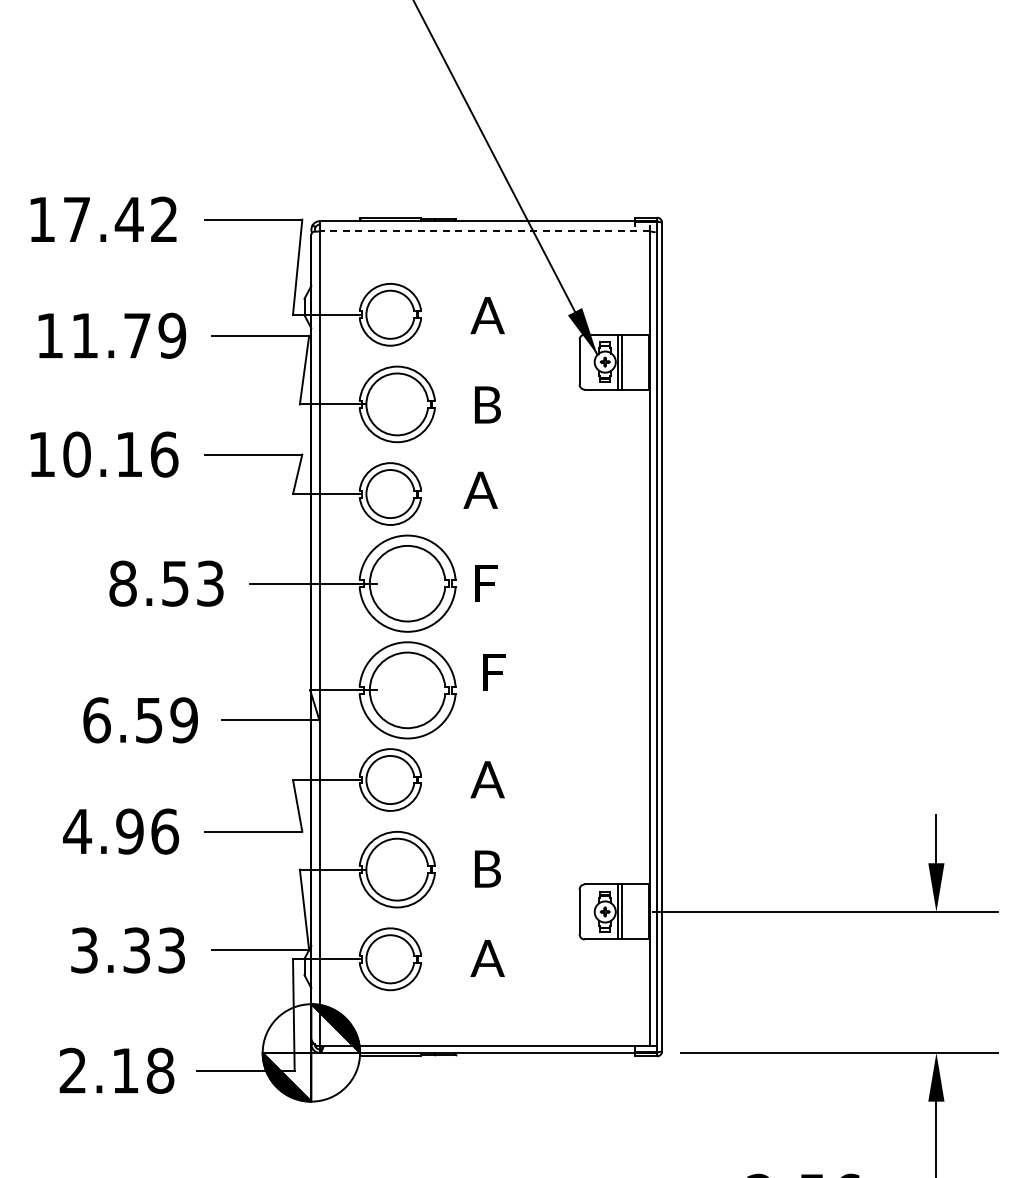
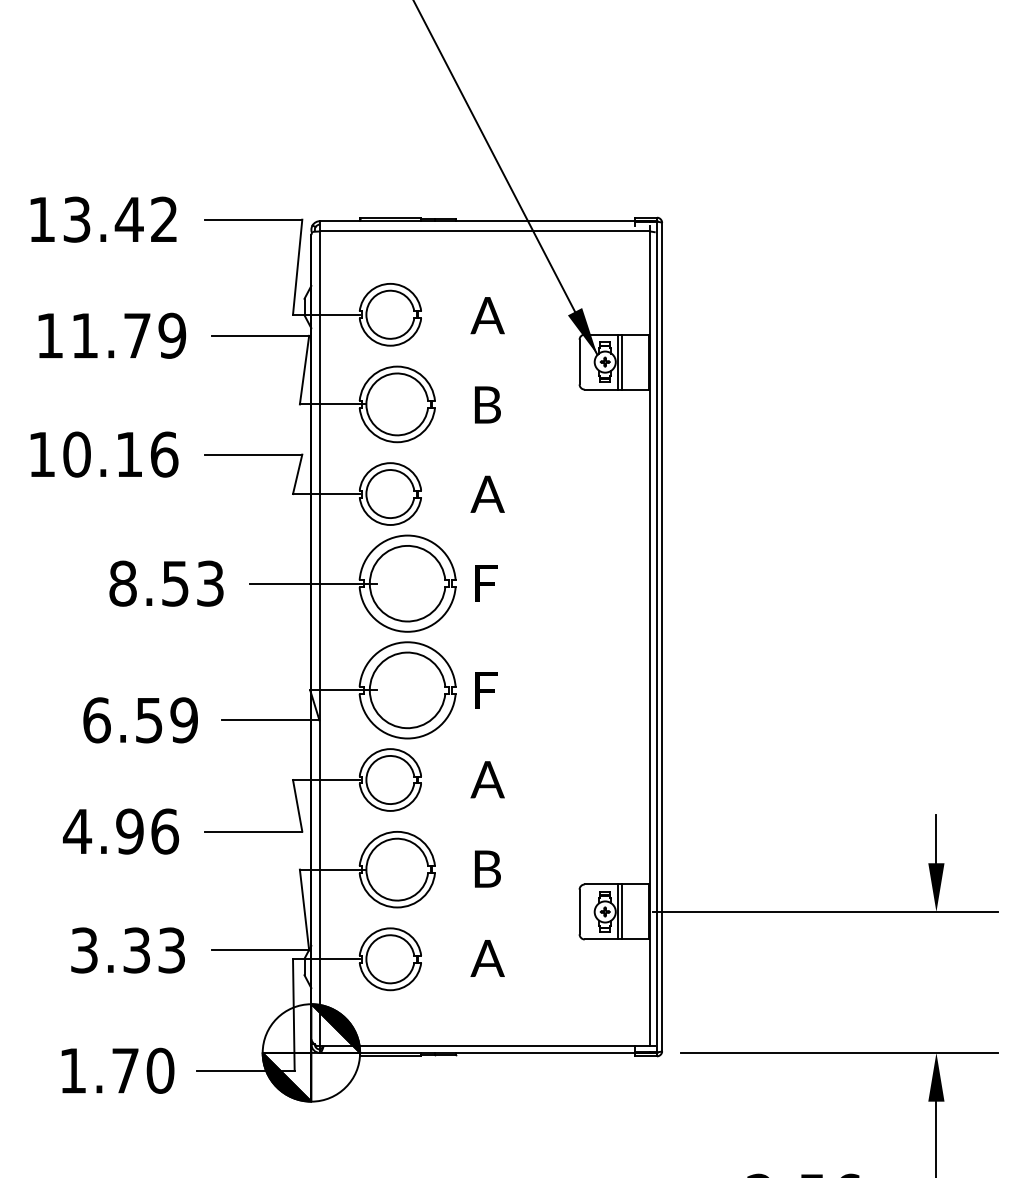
text at (76, 219): 17.42 -> 13.42
line at (484, 231): dashed -> solid
text at (480, 489) position: (480, 489) -> (487, 493)
text at (494, 672) position: (494, 672) -> (486, 690)
text at (116, 1070): 2.18 -> 1.70
